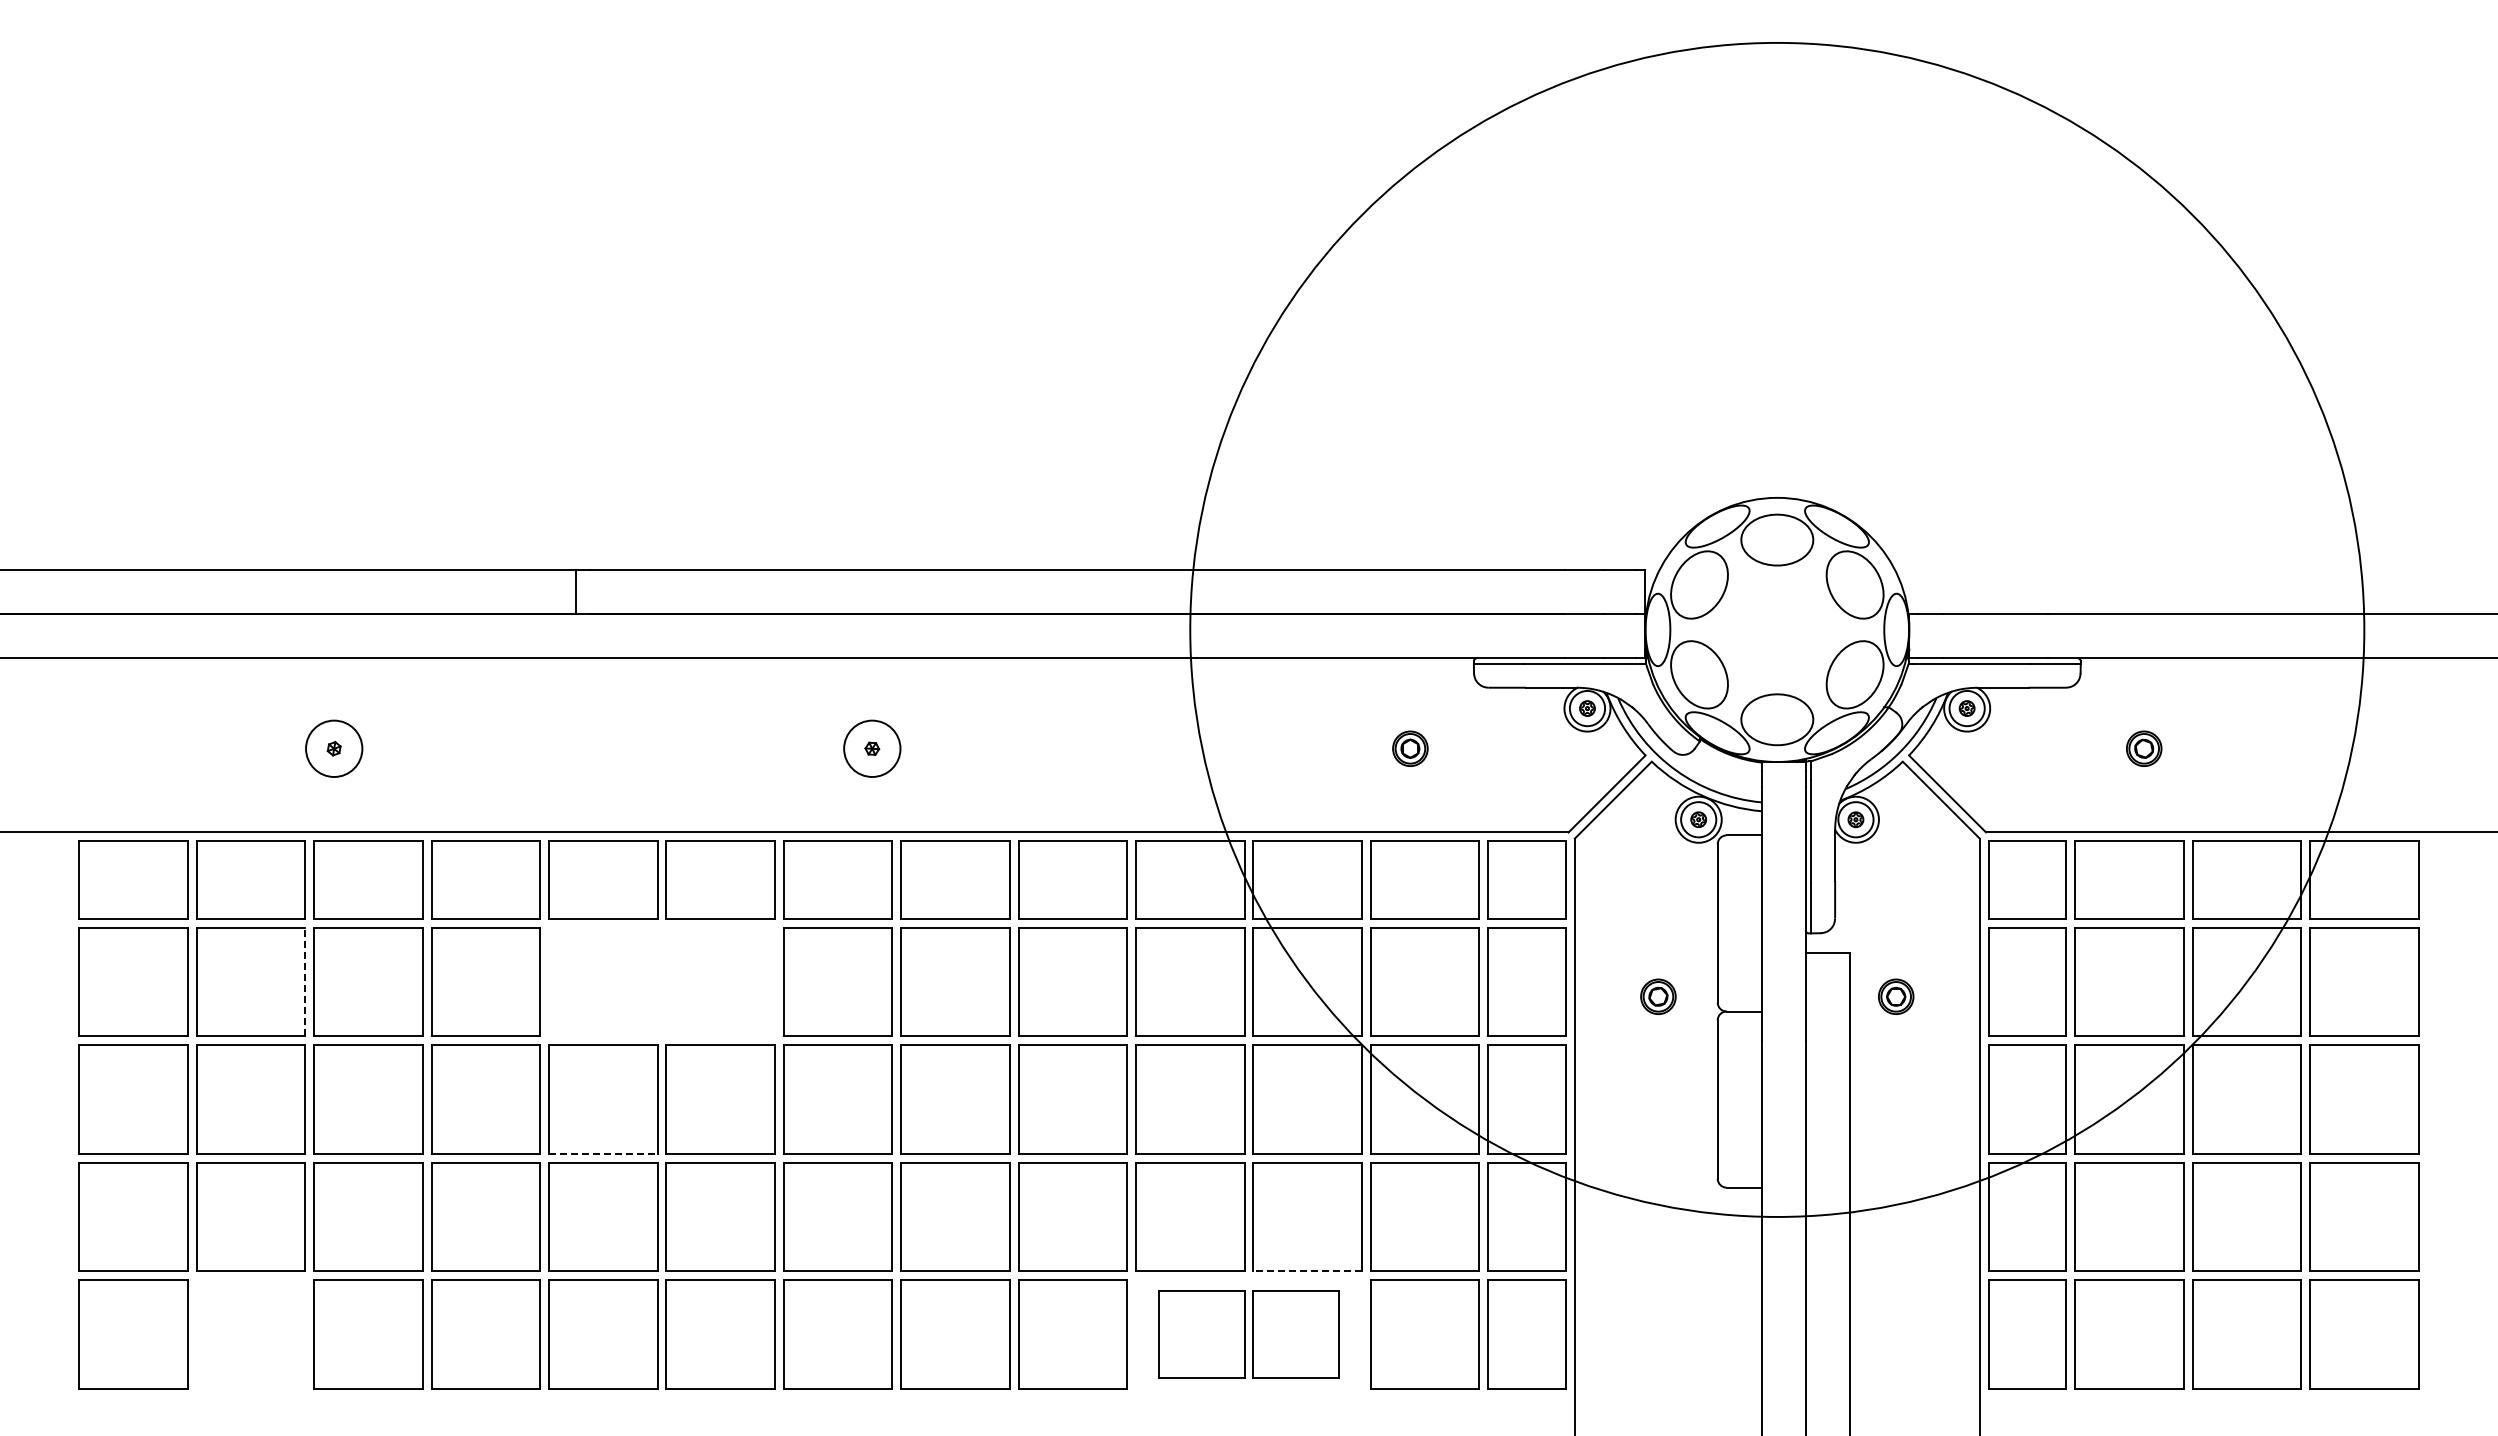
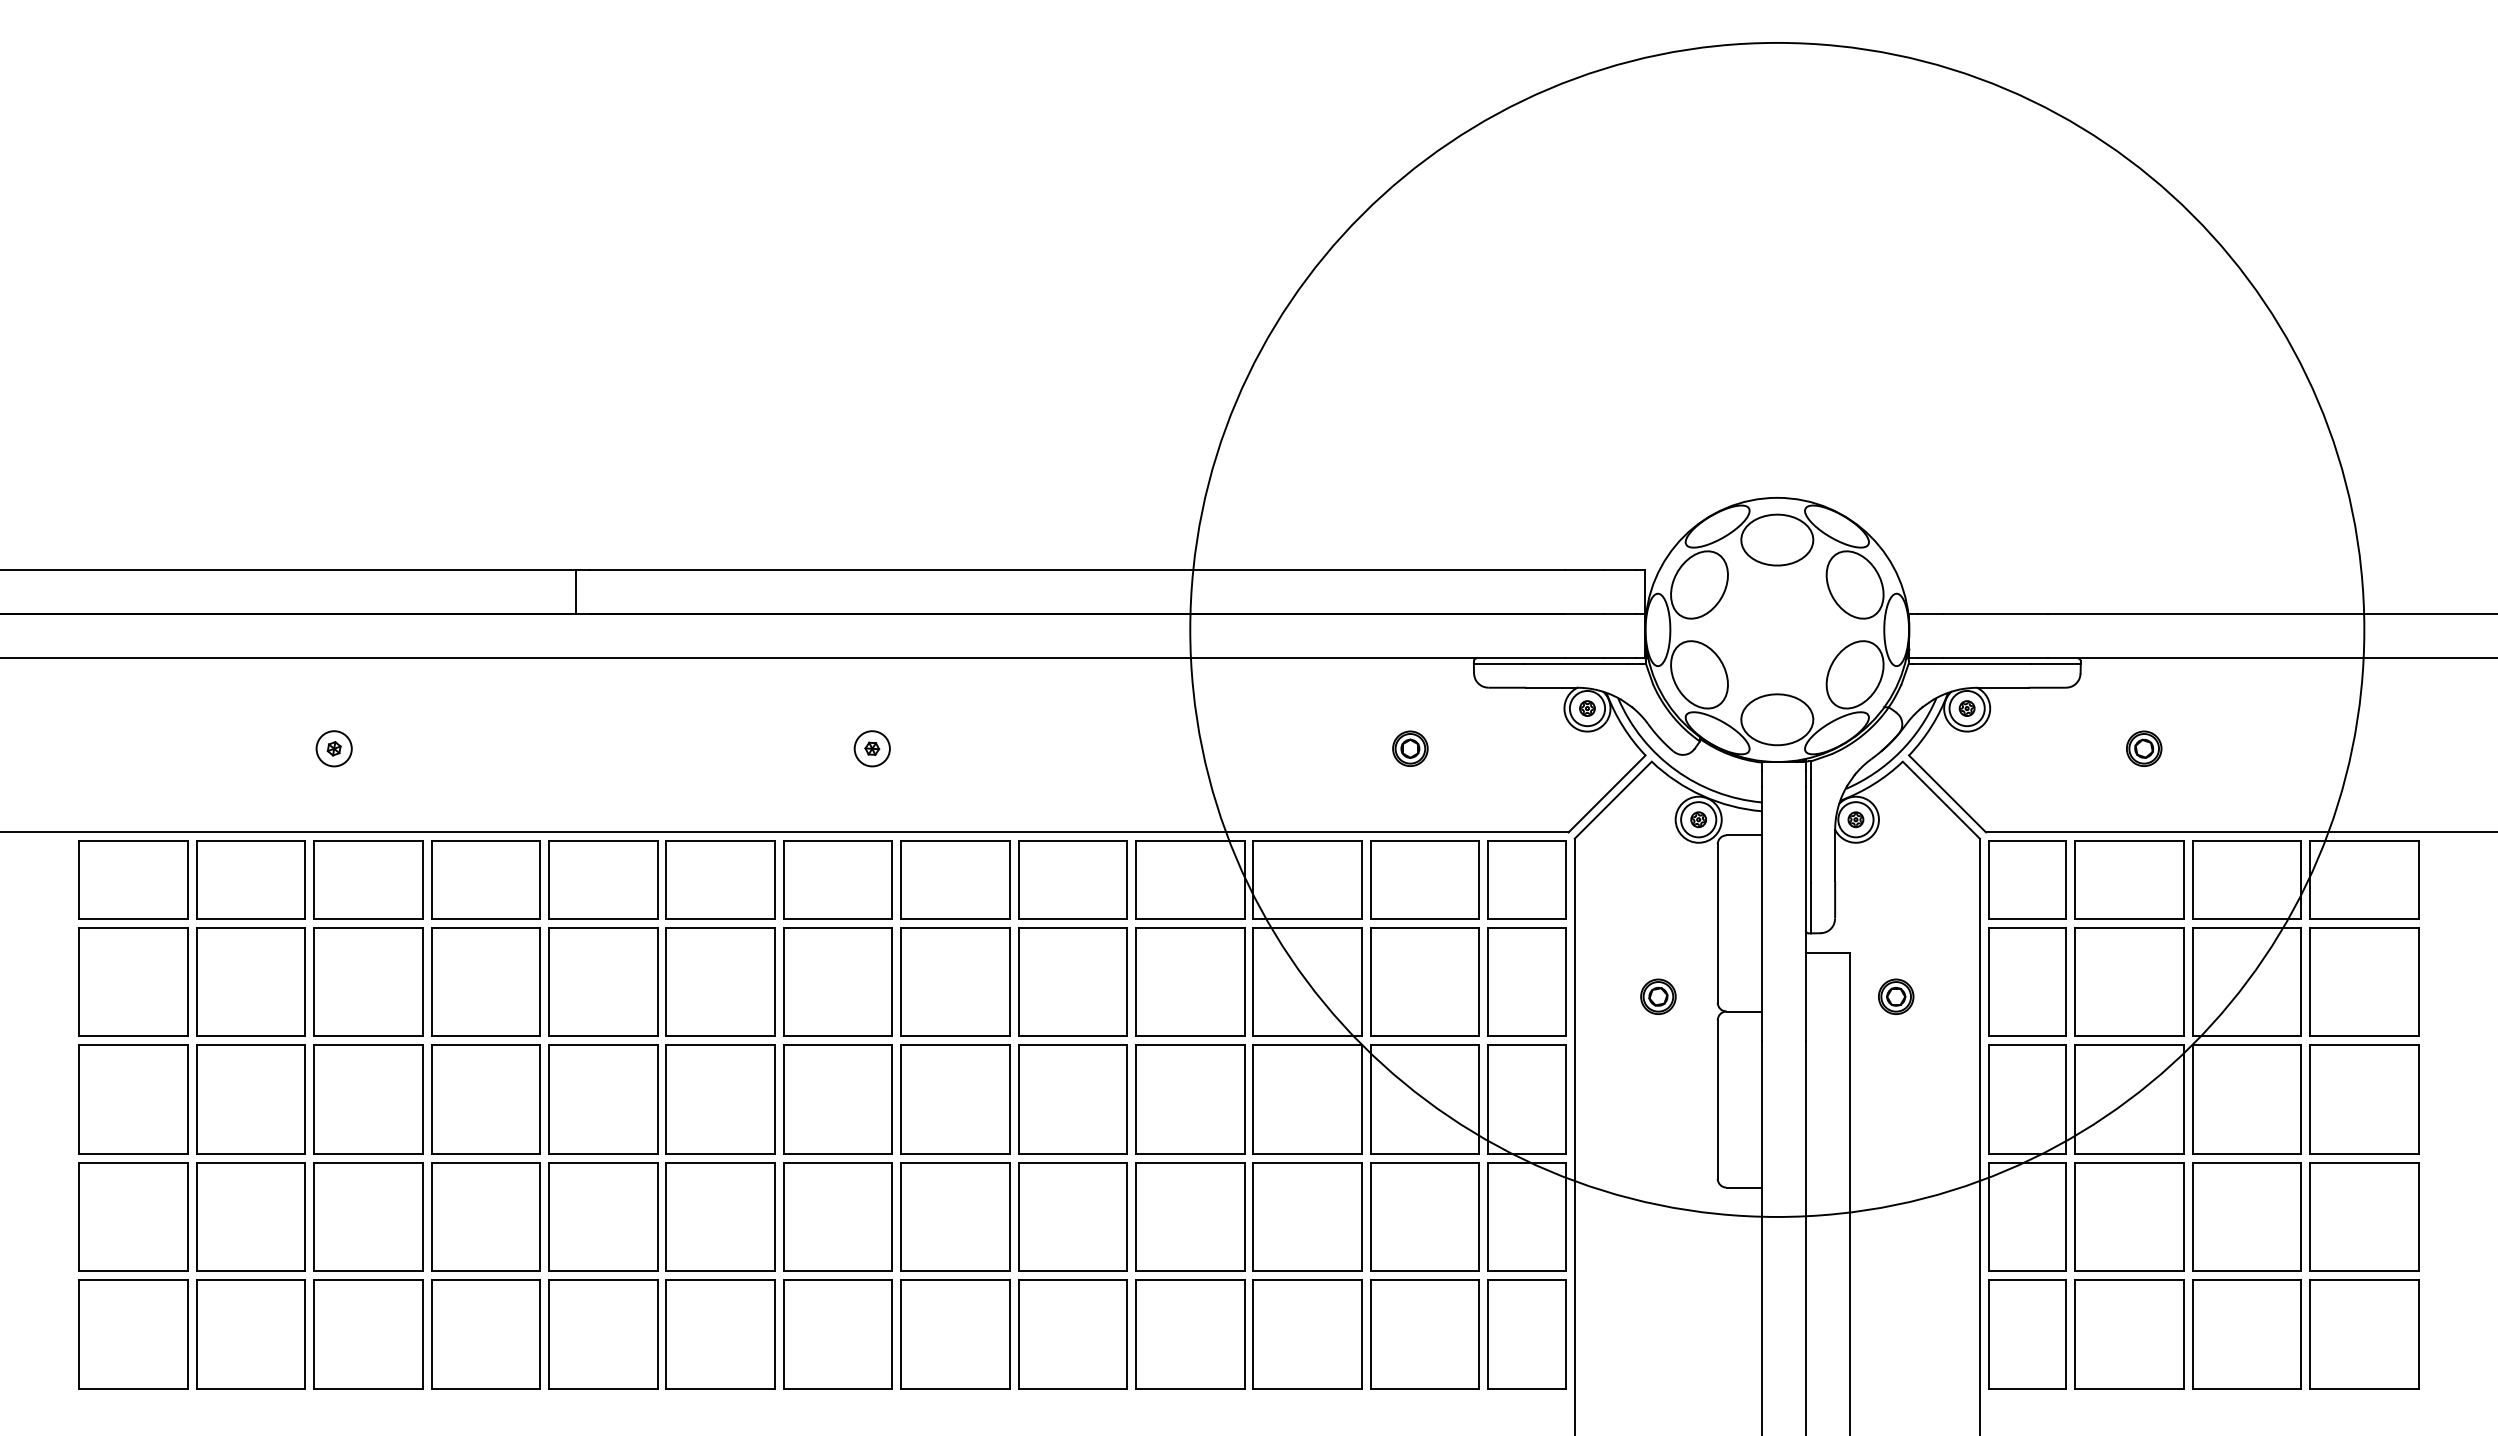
circle at (334, 748) diameter: 56 px -> 35 px
circle at (872, 748) diameter: 56 px -> 35 px
line at (305, 981): dashed -> solid
part at (661, 981): none -> present
line at (603, 1153): dashed -> solid
line at (1307, 1271): dashed -> solid
part at (250, 1334): none -> present
part at (1248, 1334) size: 182x89 px -> 228x111 px
